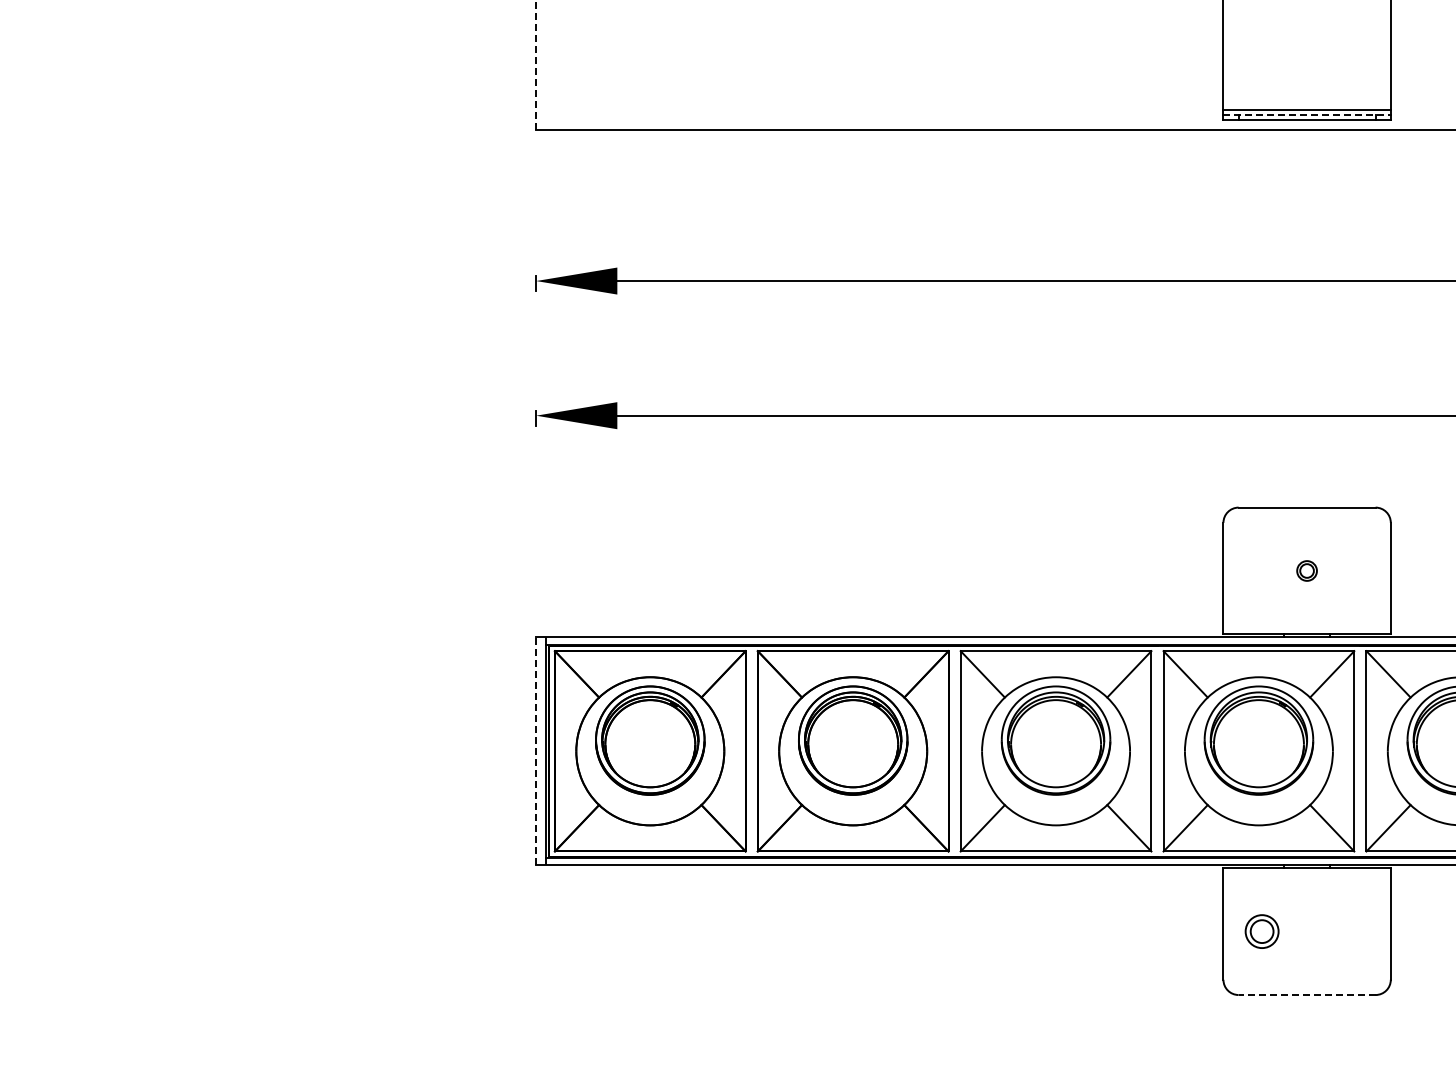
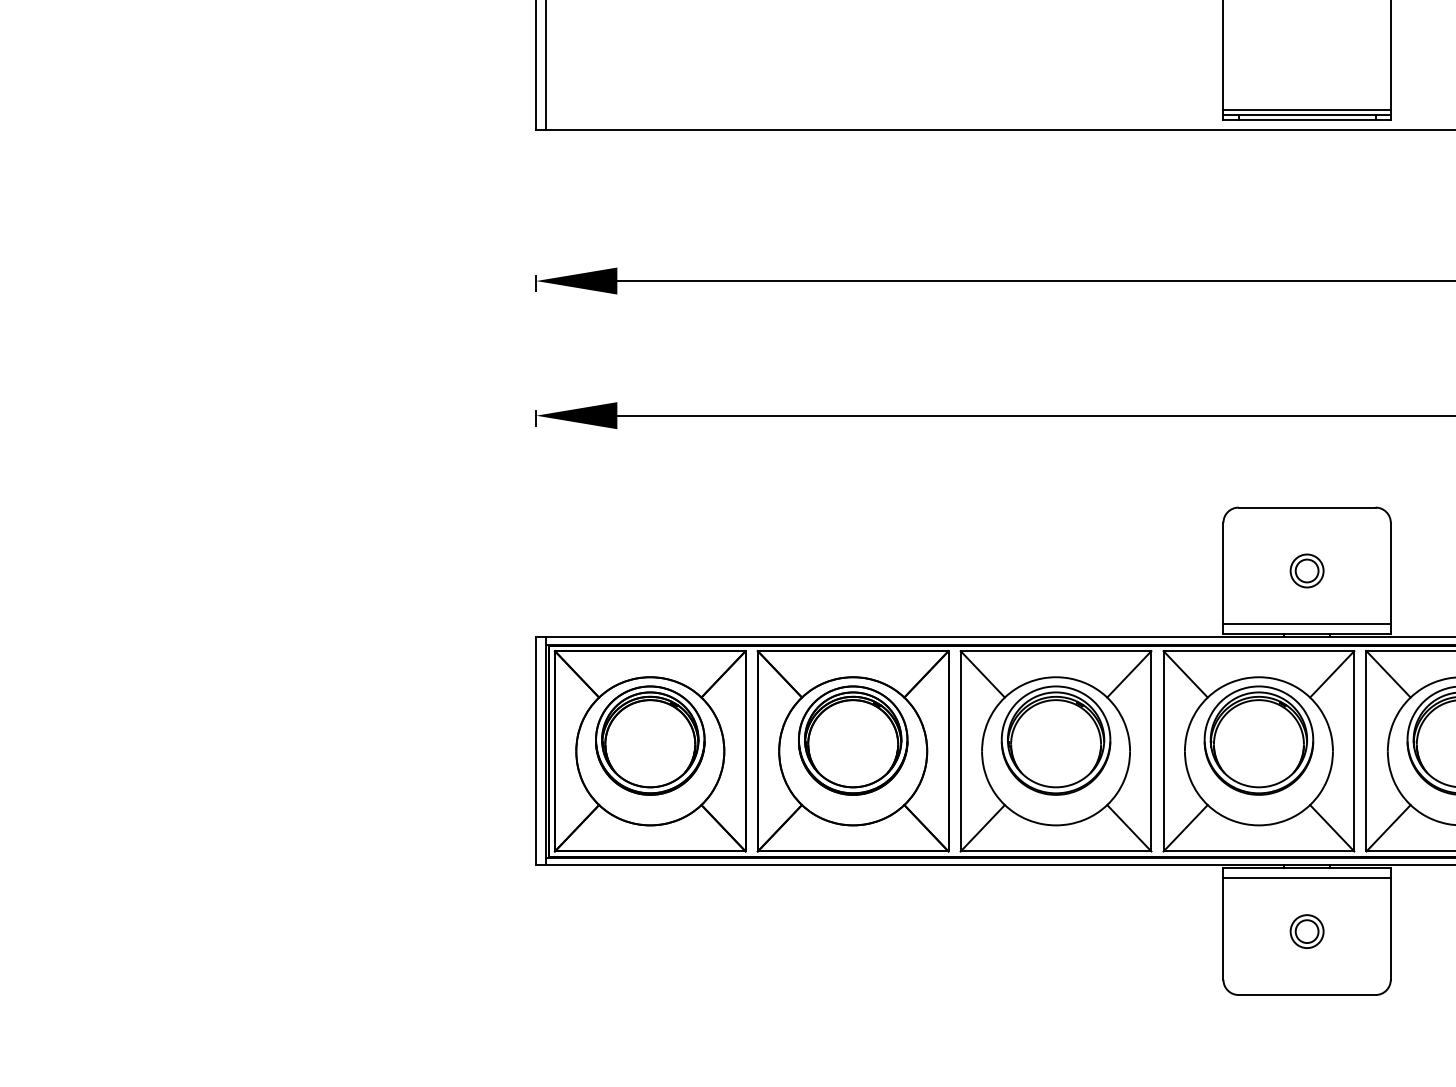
line at (536, 65): dashed -> solid
line at (546, 66): none -> present
line at (1307, 114): dashed -> solid
part at (1306, 570) size: 22x22 px -> 36x36 px
line at (1306, 624): none -> present
line at (536, 750): dashed -> solid
line at (1306, 878): none -> present
part at (1261, 931) position: (1261, 931) -> (1306, 931)
line at (1306, 995): dashed -> solid
